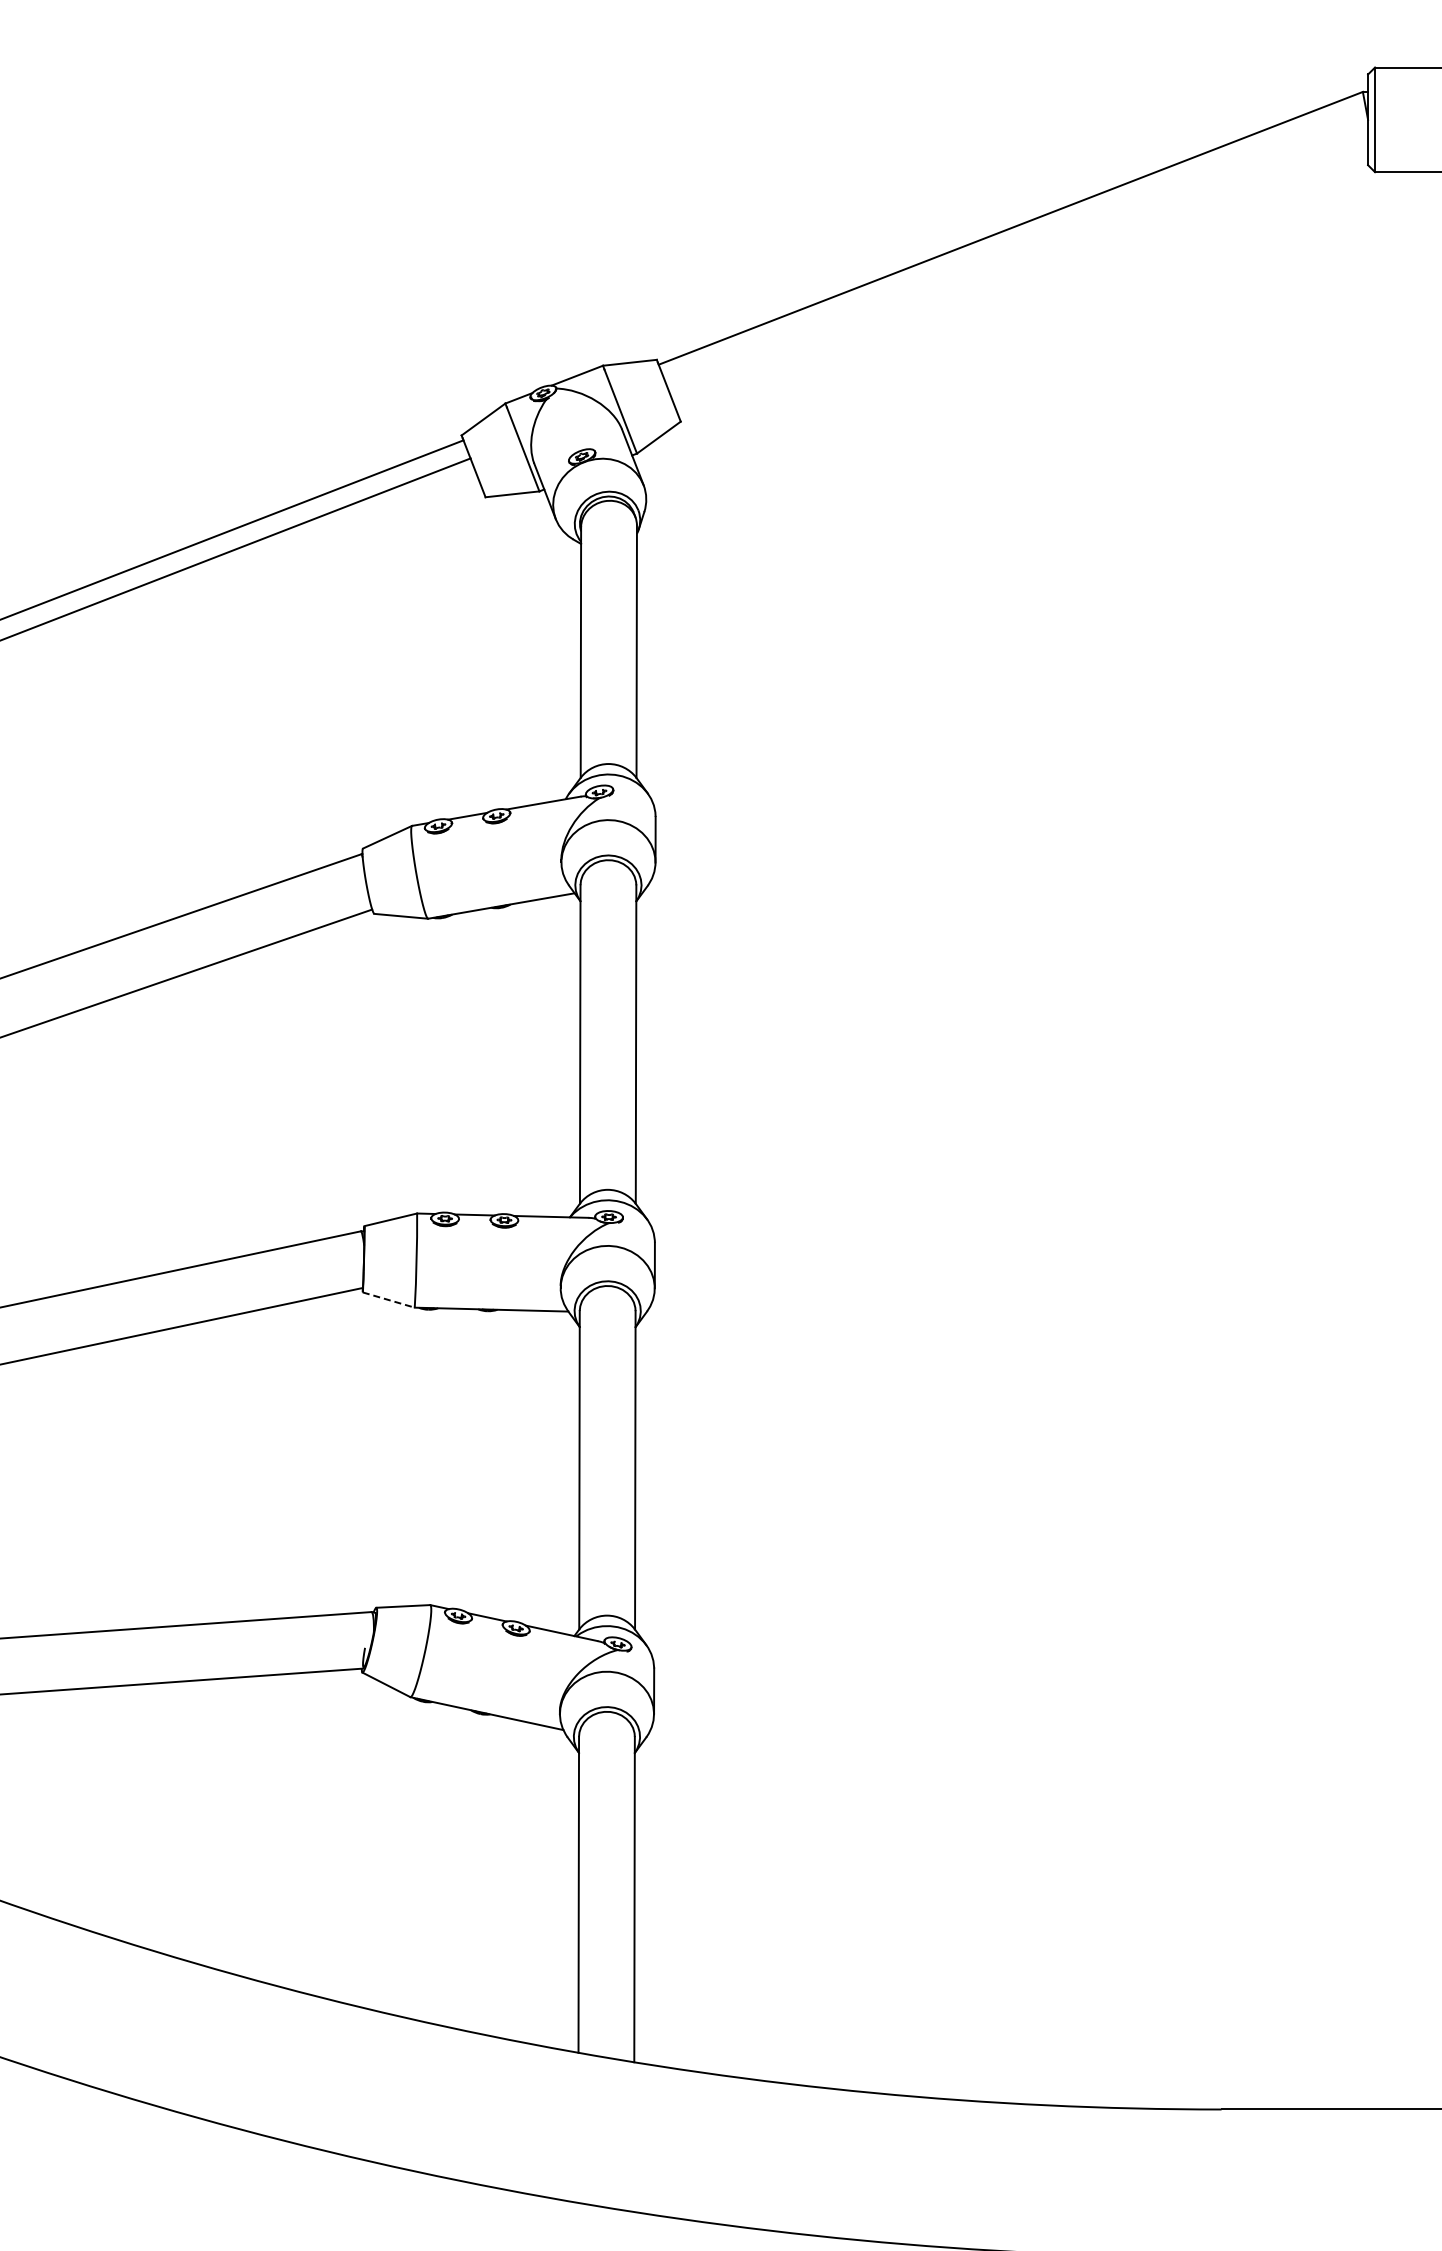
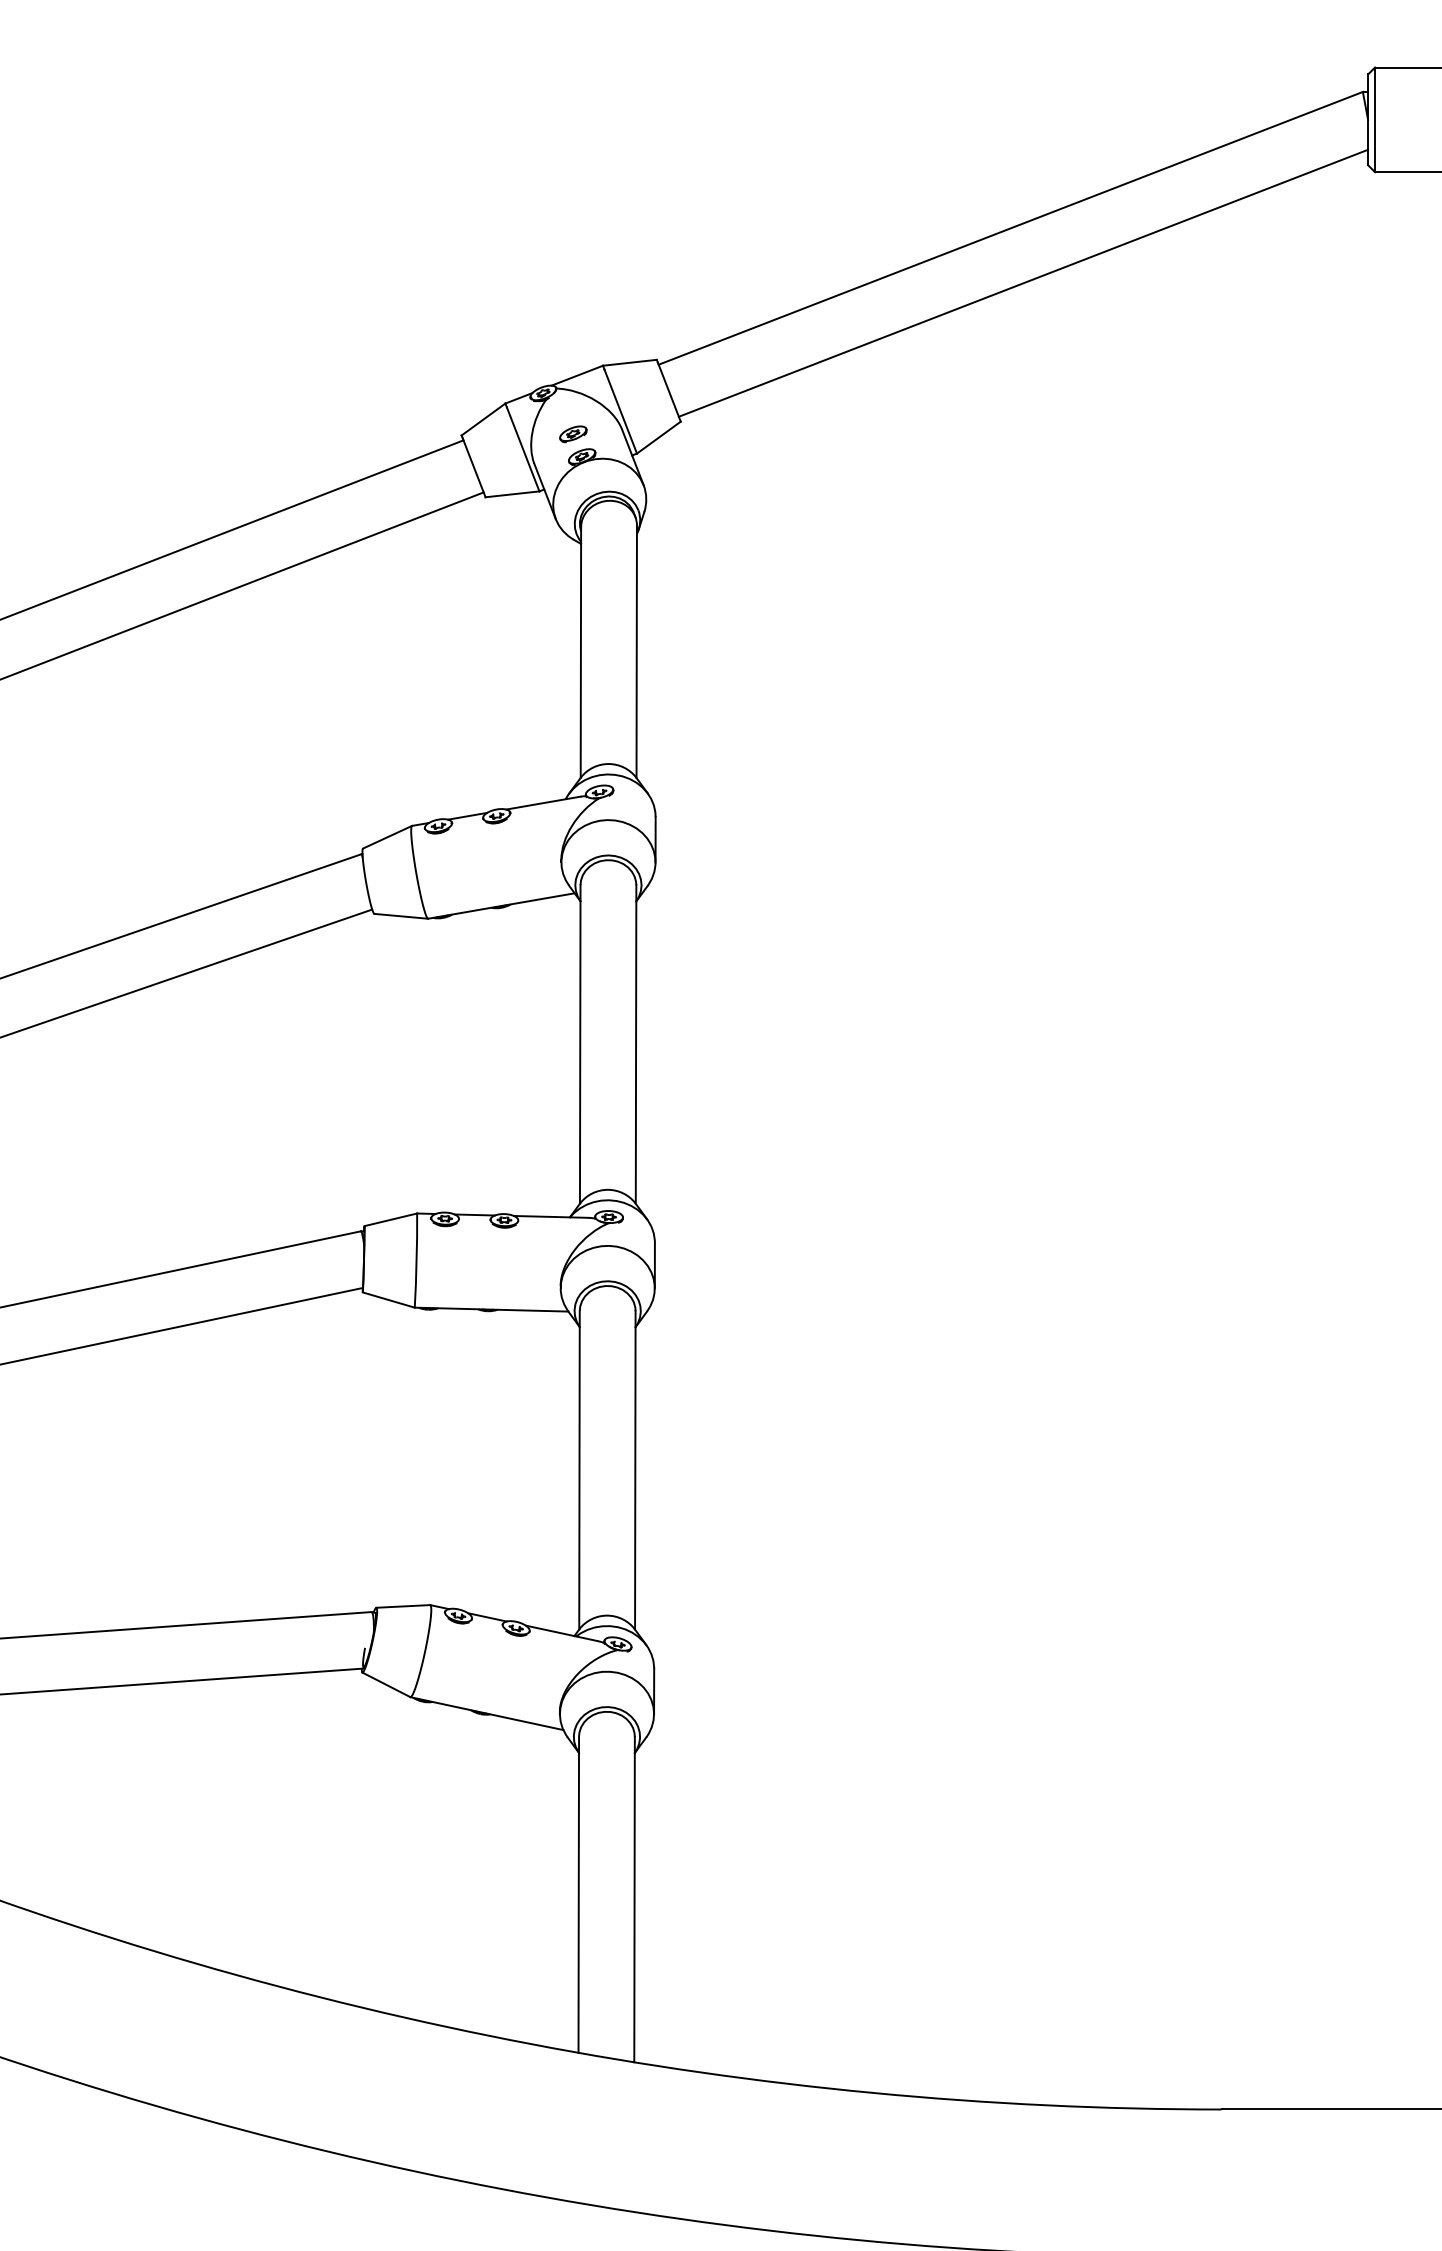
line at (1023, 282): none -> present
part at (573, 434): none -> present
line at (236, 548) position: (236, 548) -> (242, 585)
line at (389, 1300): dashed -> solid
